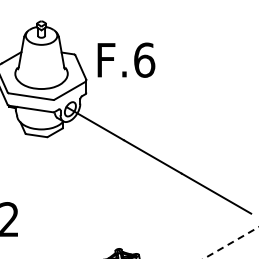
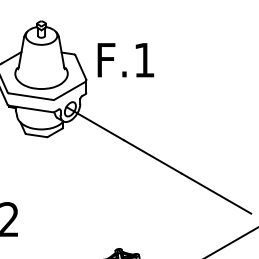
text at (144, 59): F.6 -> F.1
line at (231, 243): dashed -> solid
